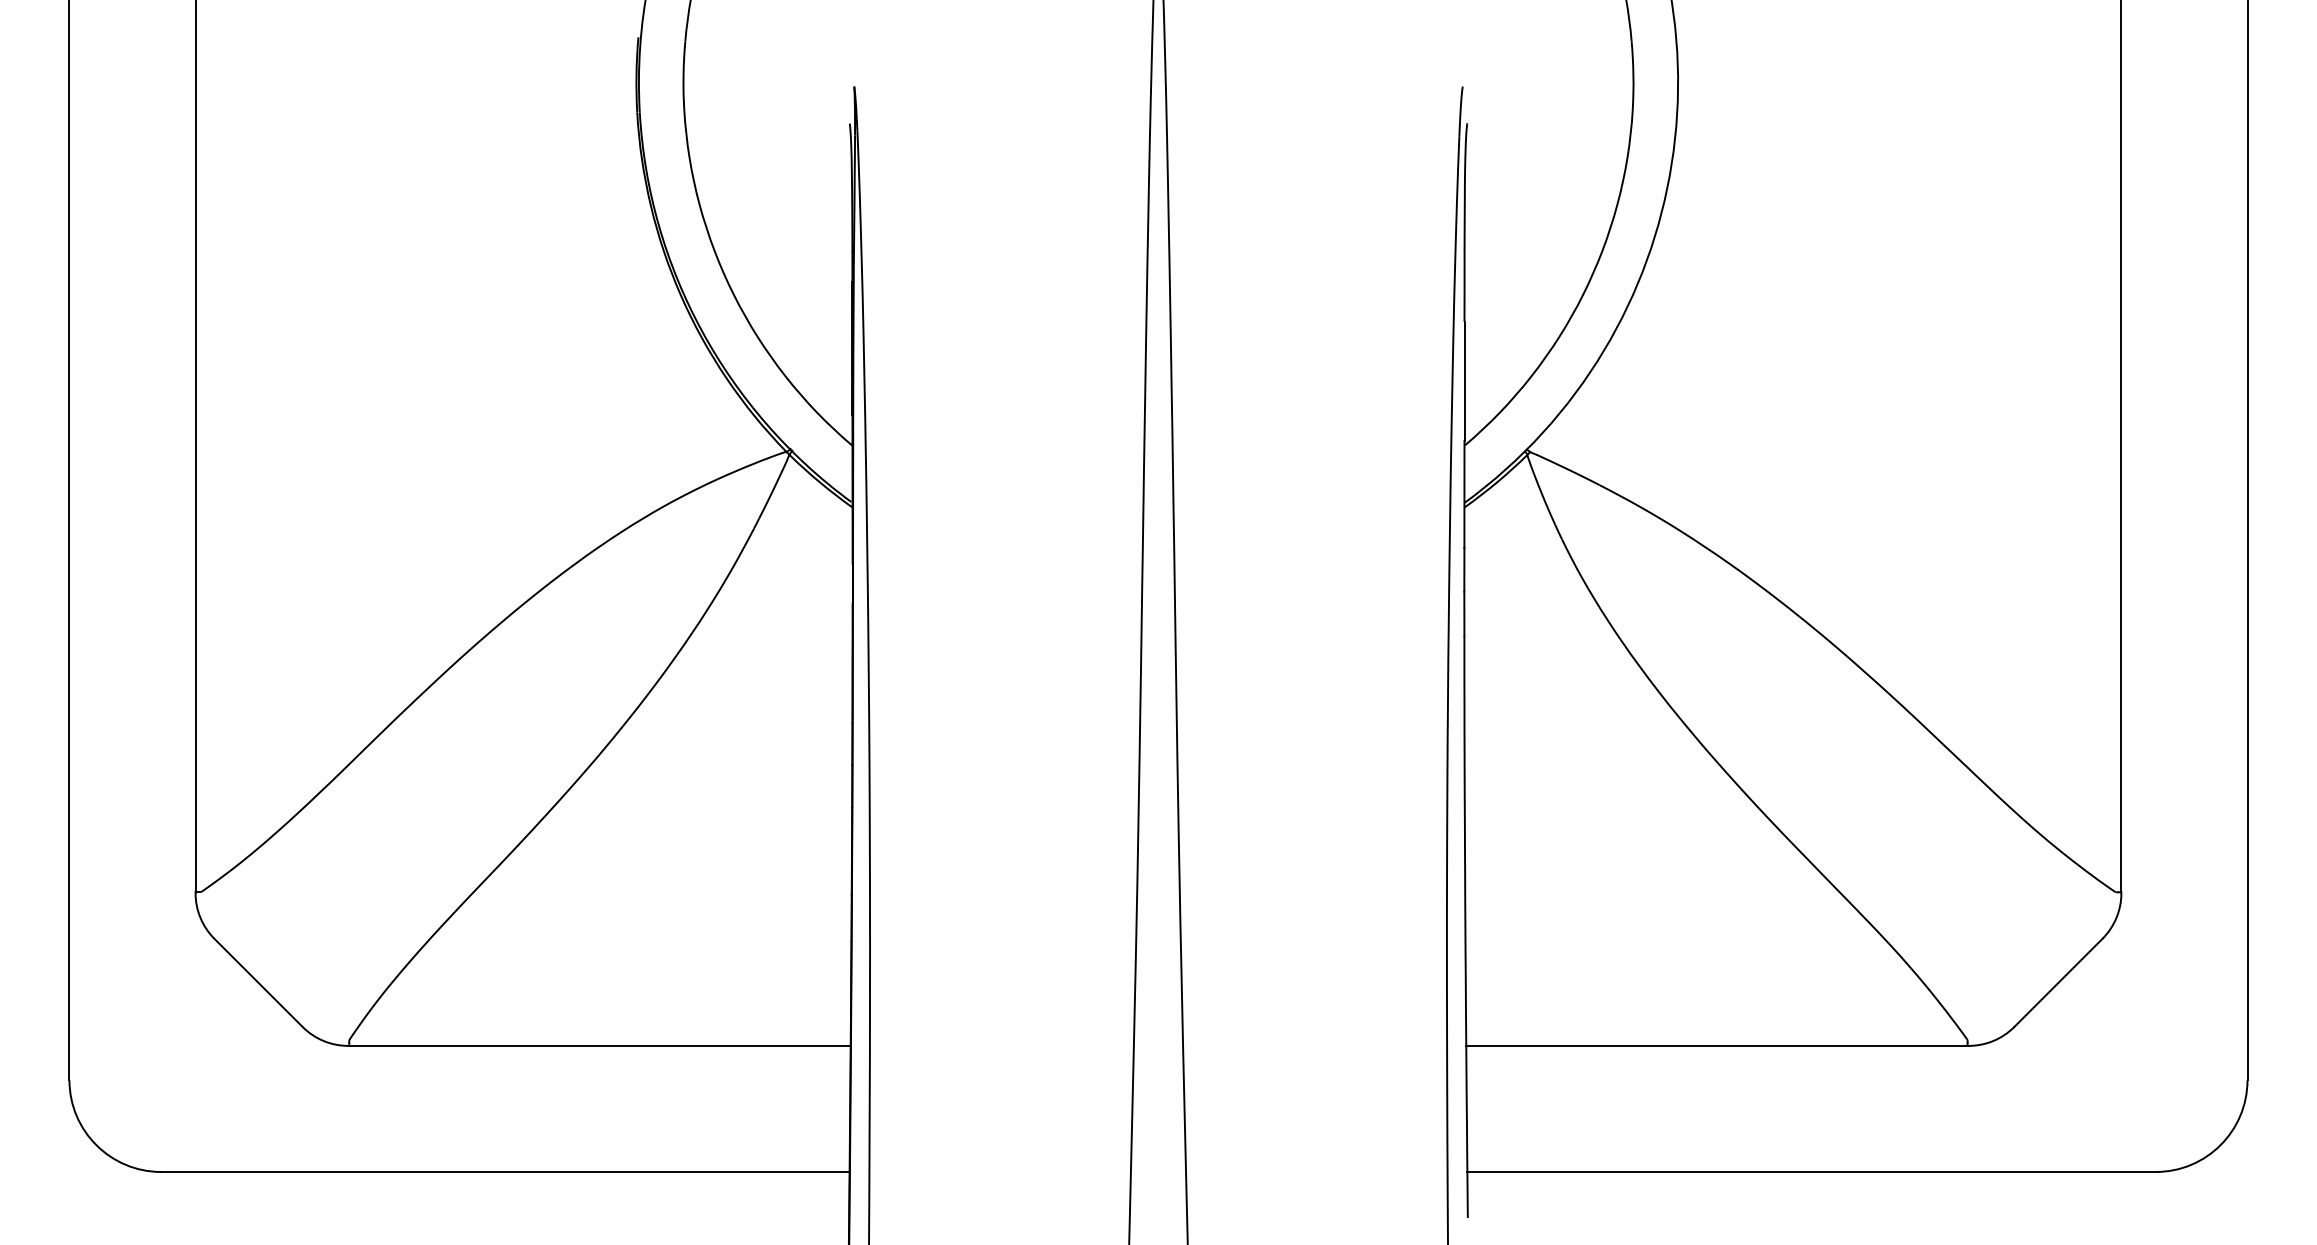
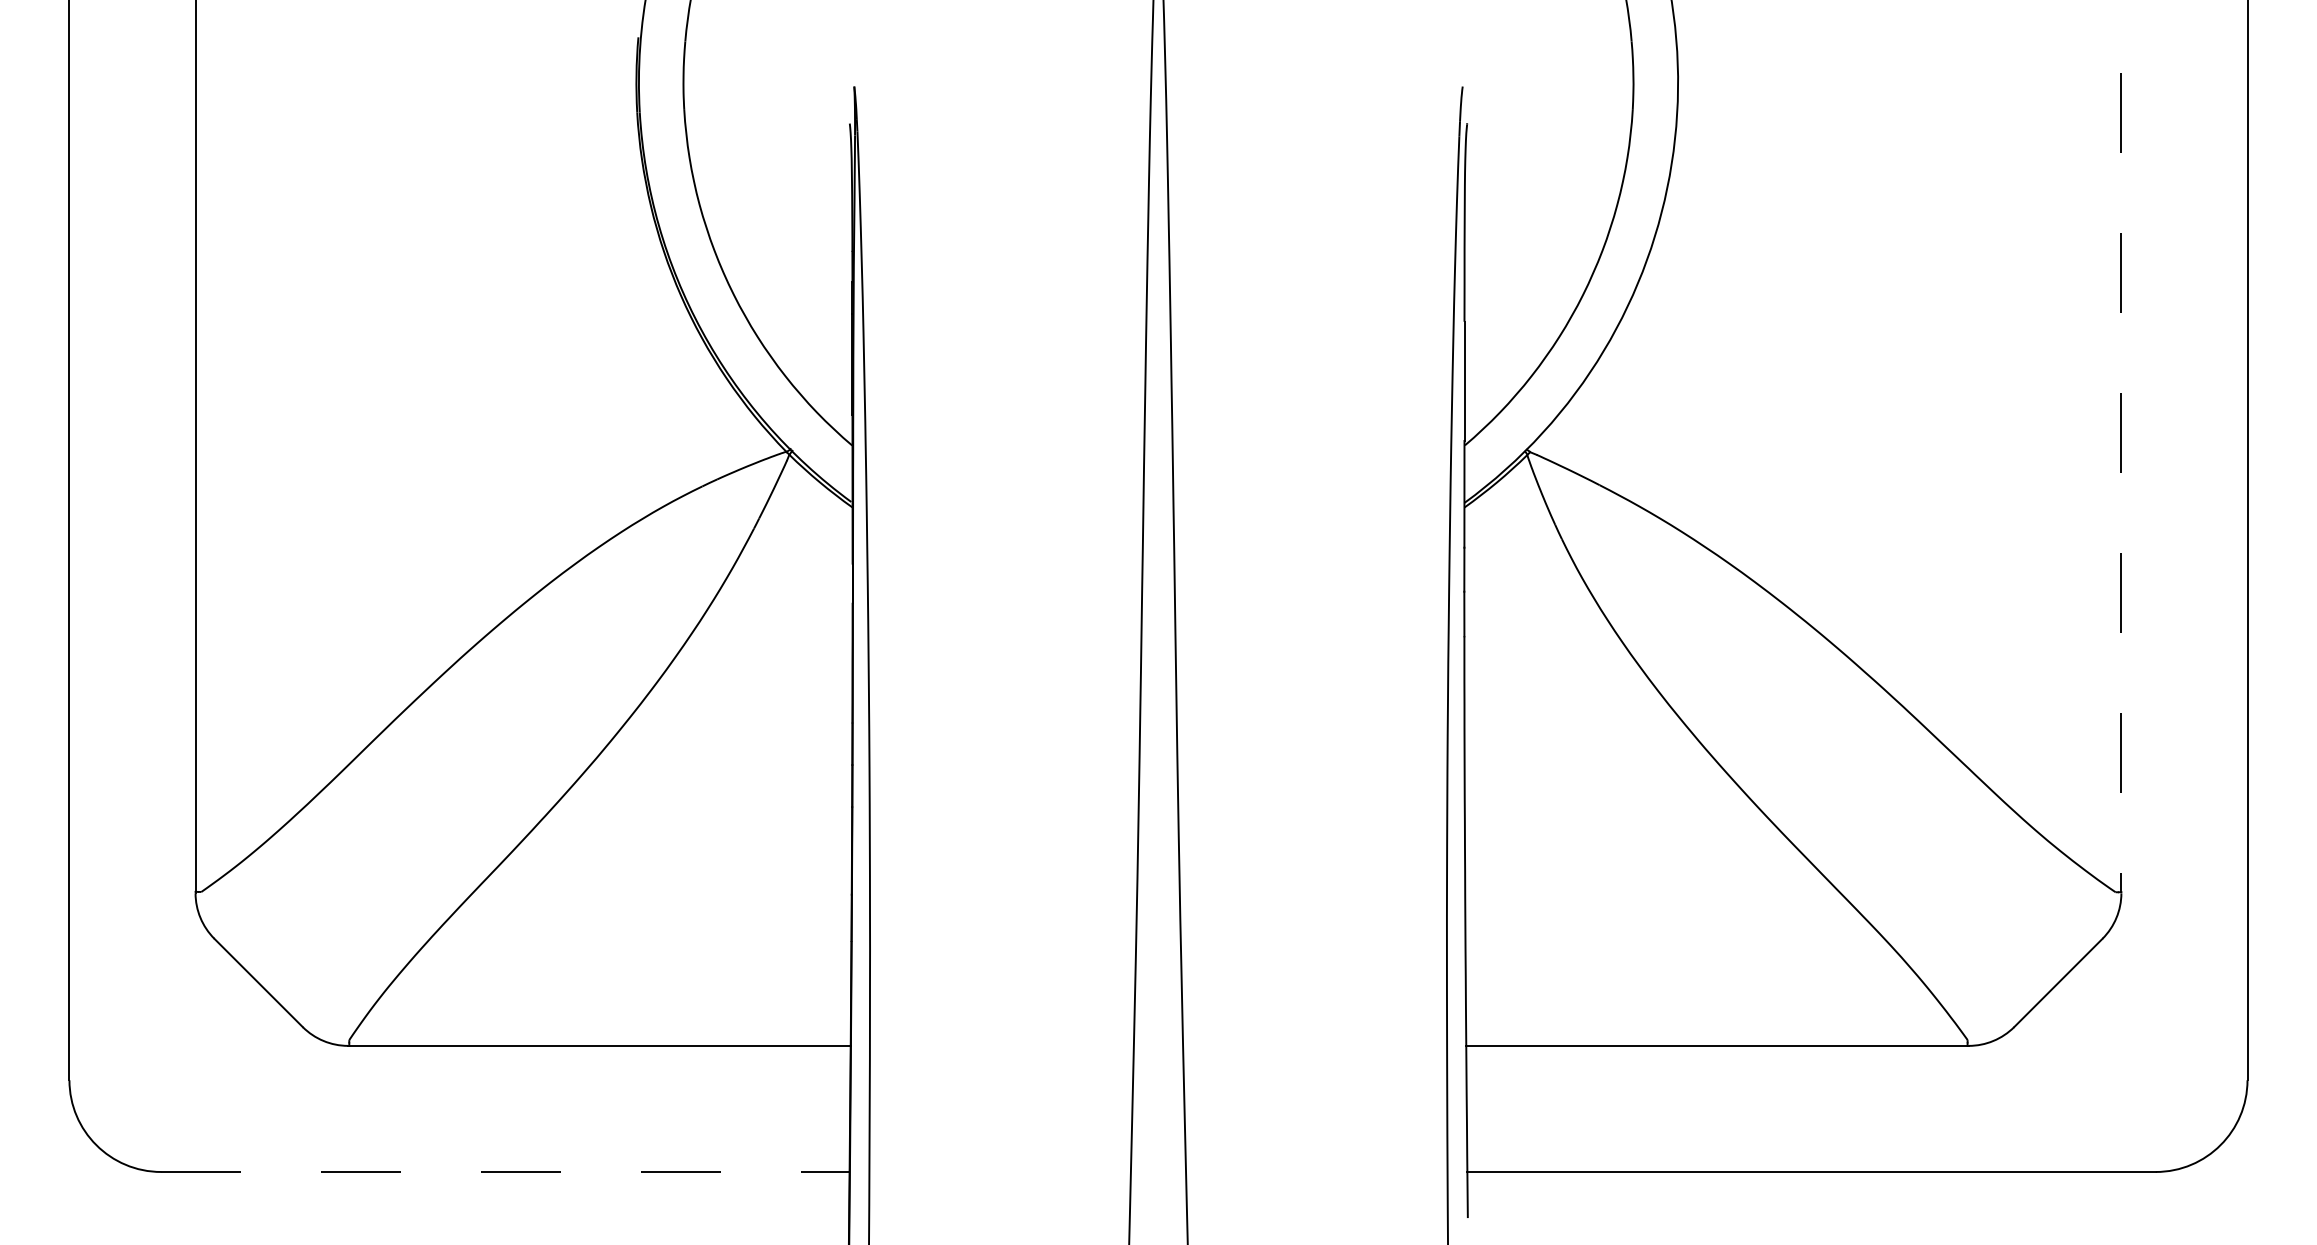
line at (2121, 447): solid -> dashed
line at (505, 1171): solid -> dashed
